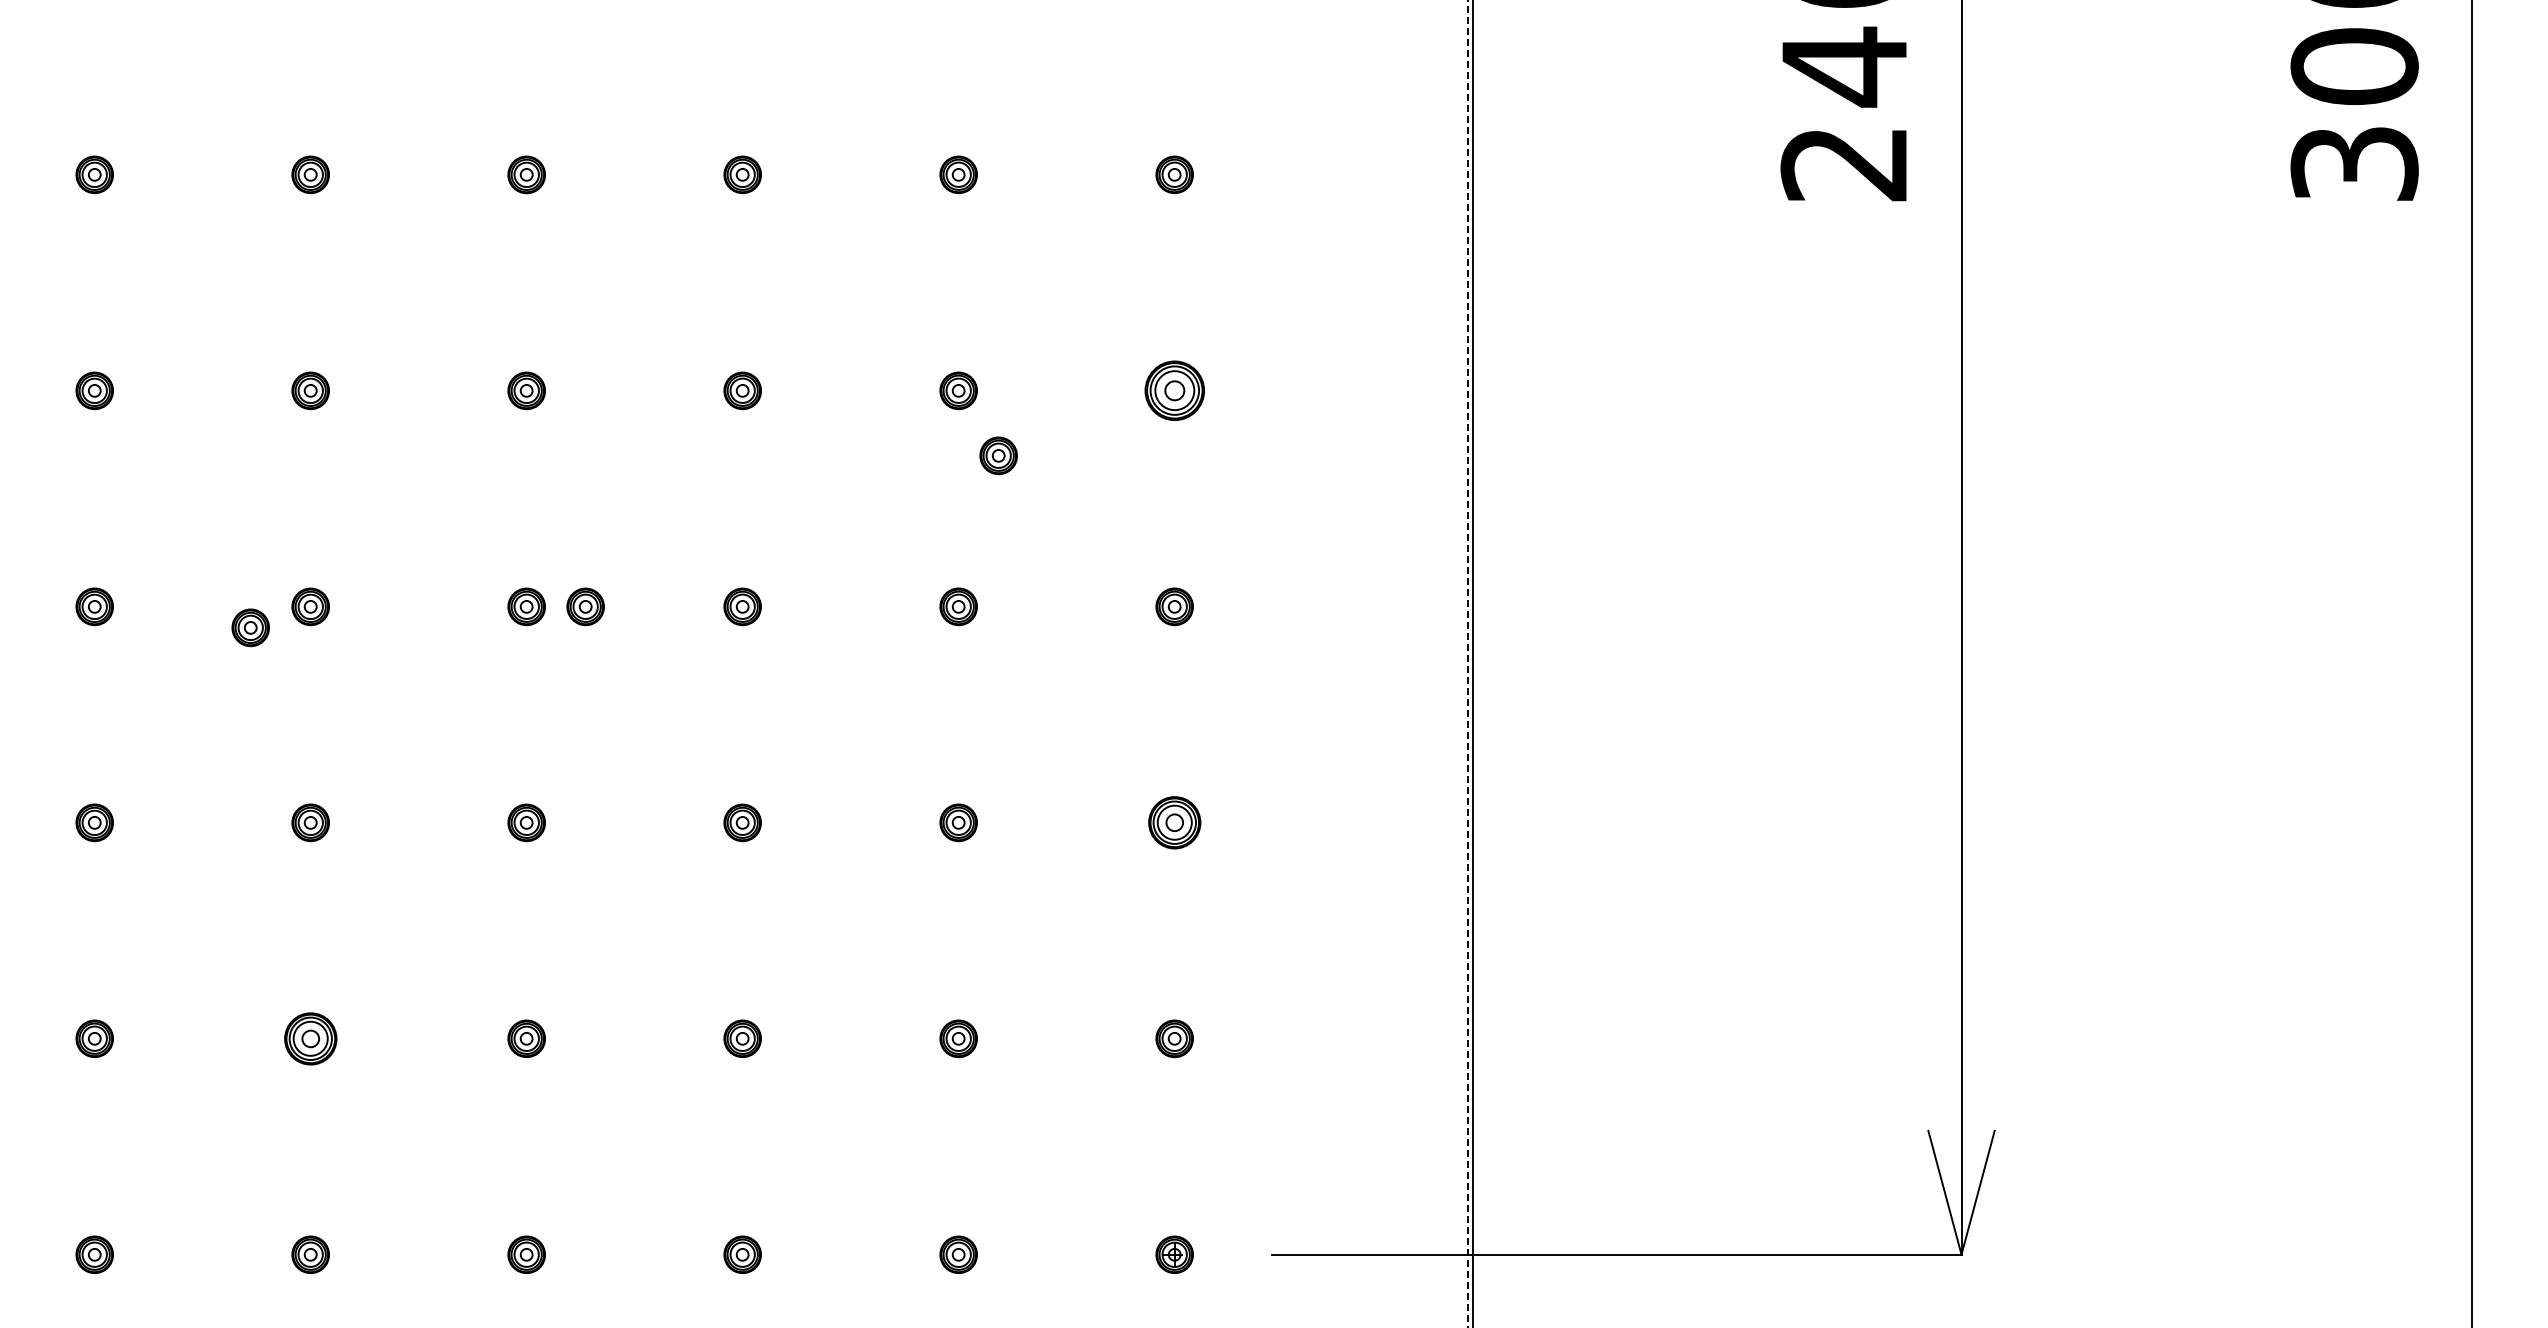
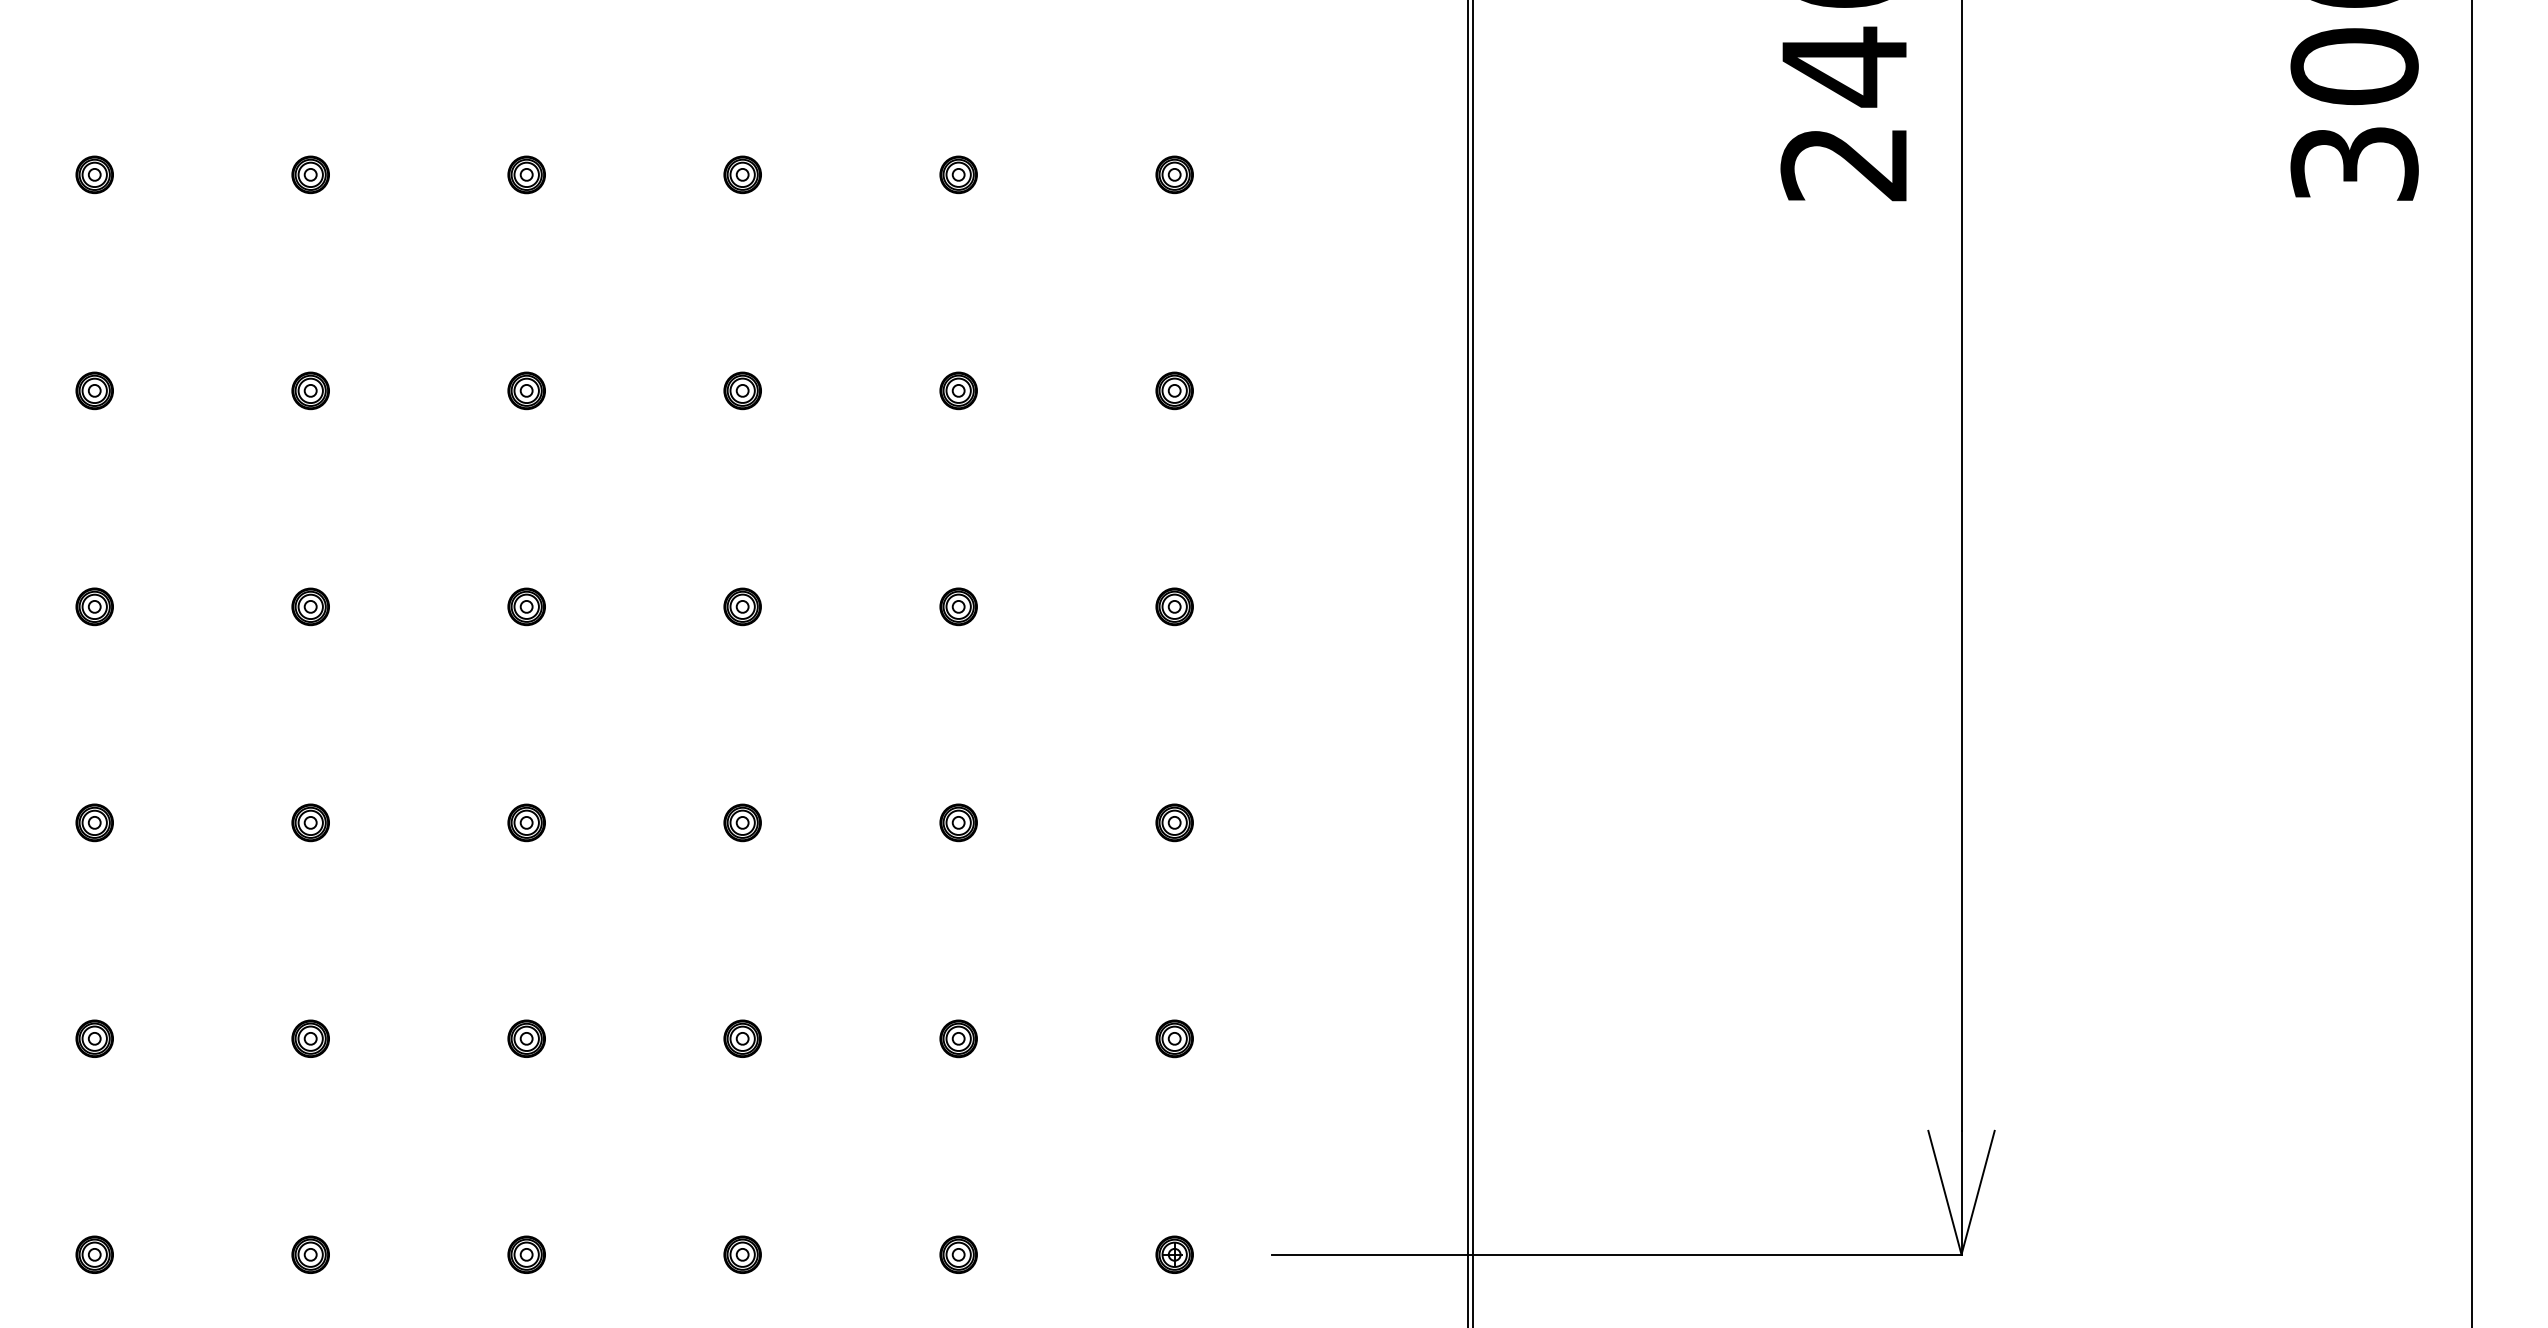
part at (1174, 390) size: 61x61 px -> 39x40 px
part at (998, 455): present -> none
part at (585, 606): present -> none
part at (250, 627): present -> none
line at (1467, 663): dashed -> solid
part at (1174, 822) size: 54x54 px -> 39x40 px
part at (310, 1038) size: 54x54 px -> 39x39 px
